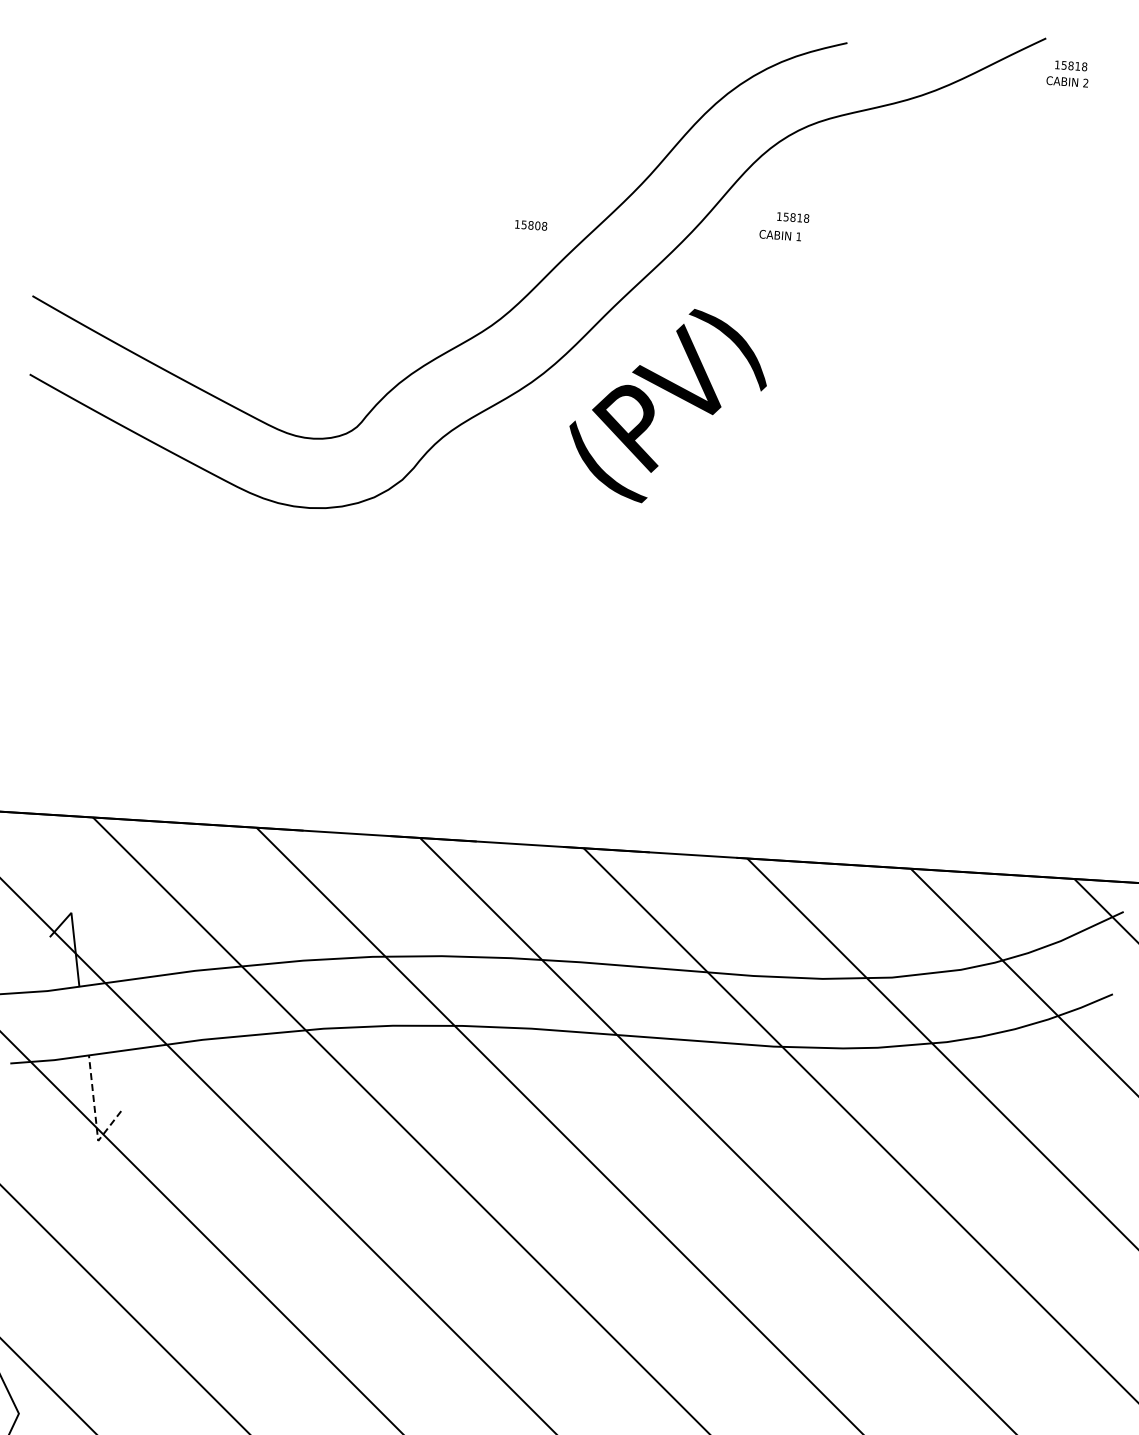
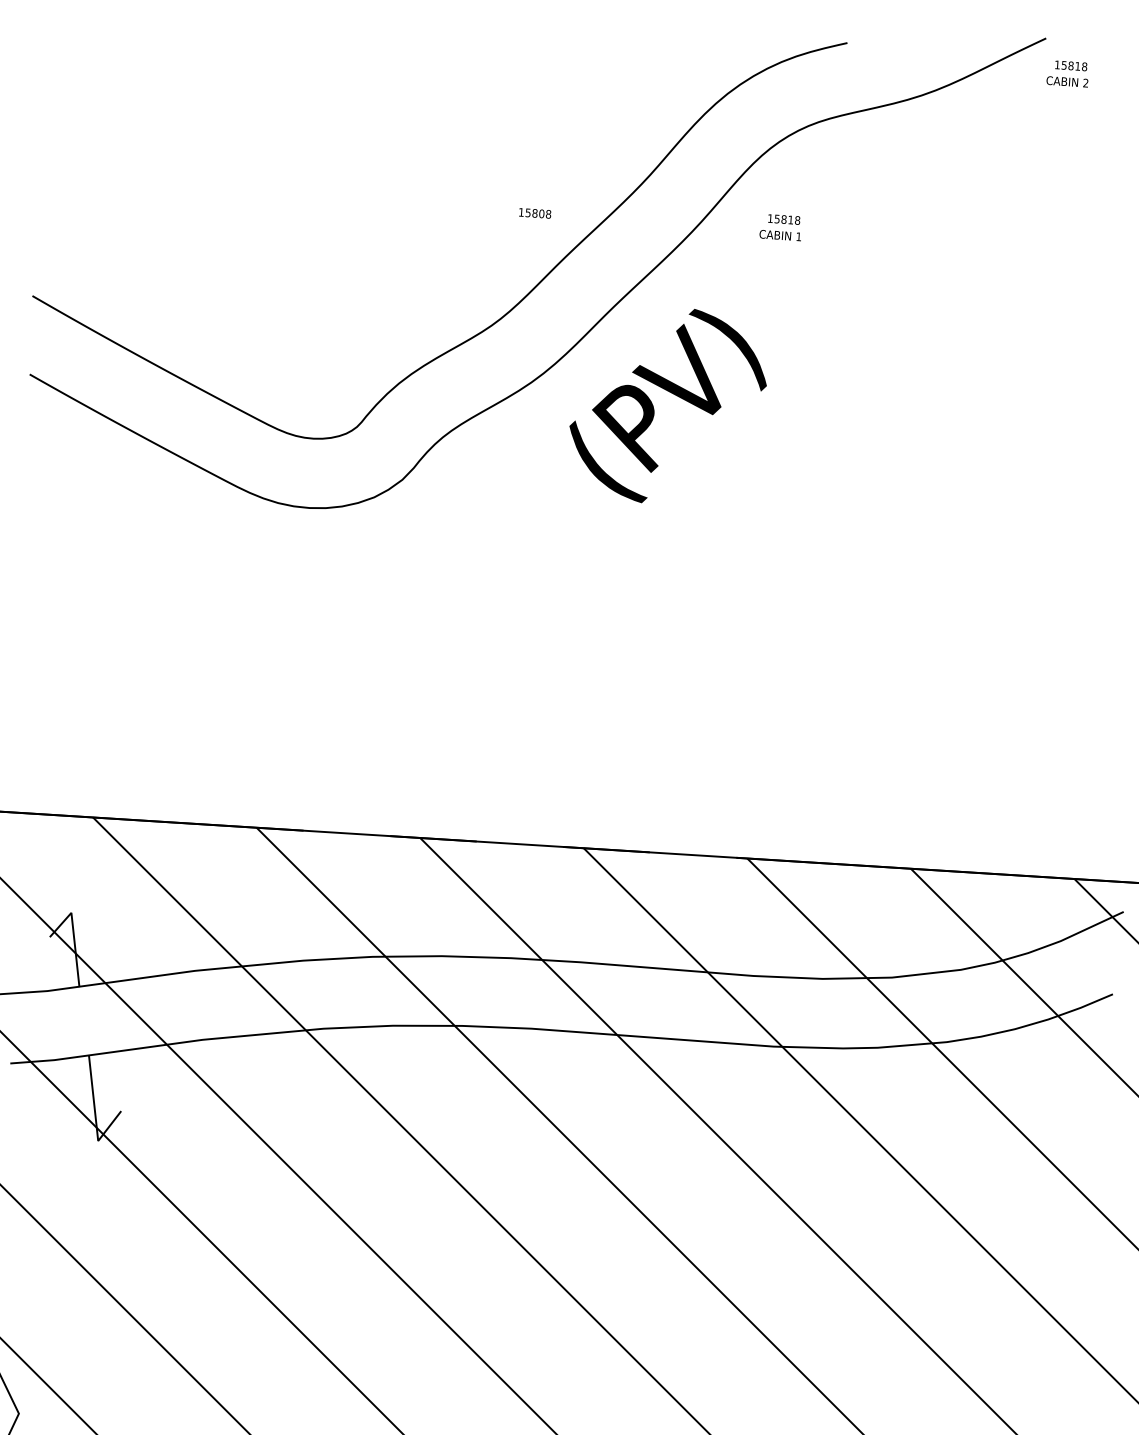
text at (793, 217) position: (793, 217) -> (784, 219)
text at (531, 225) position: (531, 225) -> (535, 213)
line at (95, 1117): dashed -> solid
